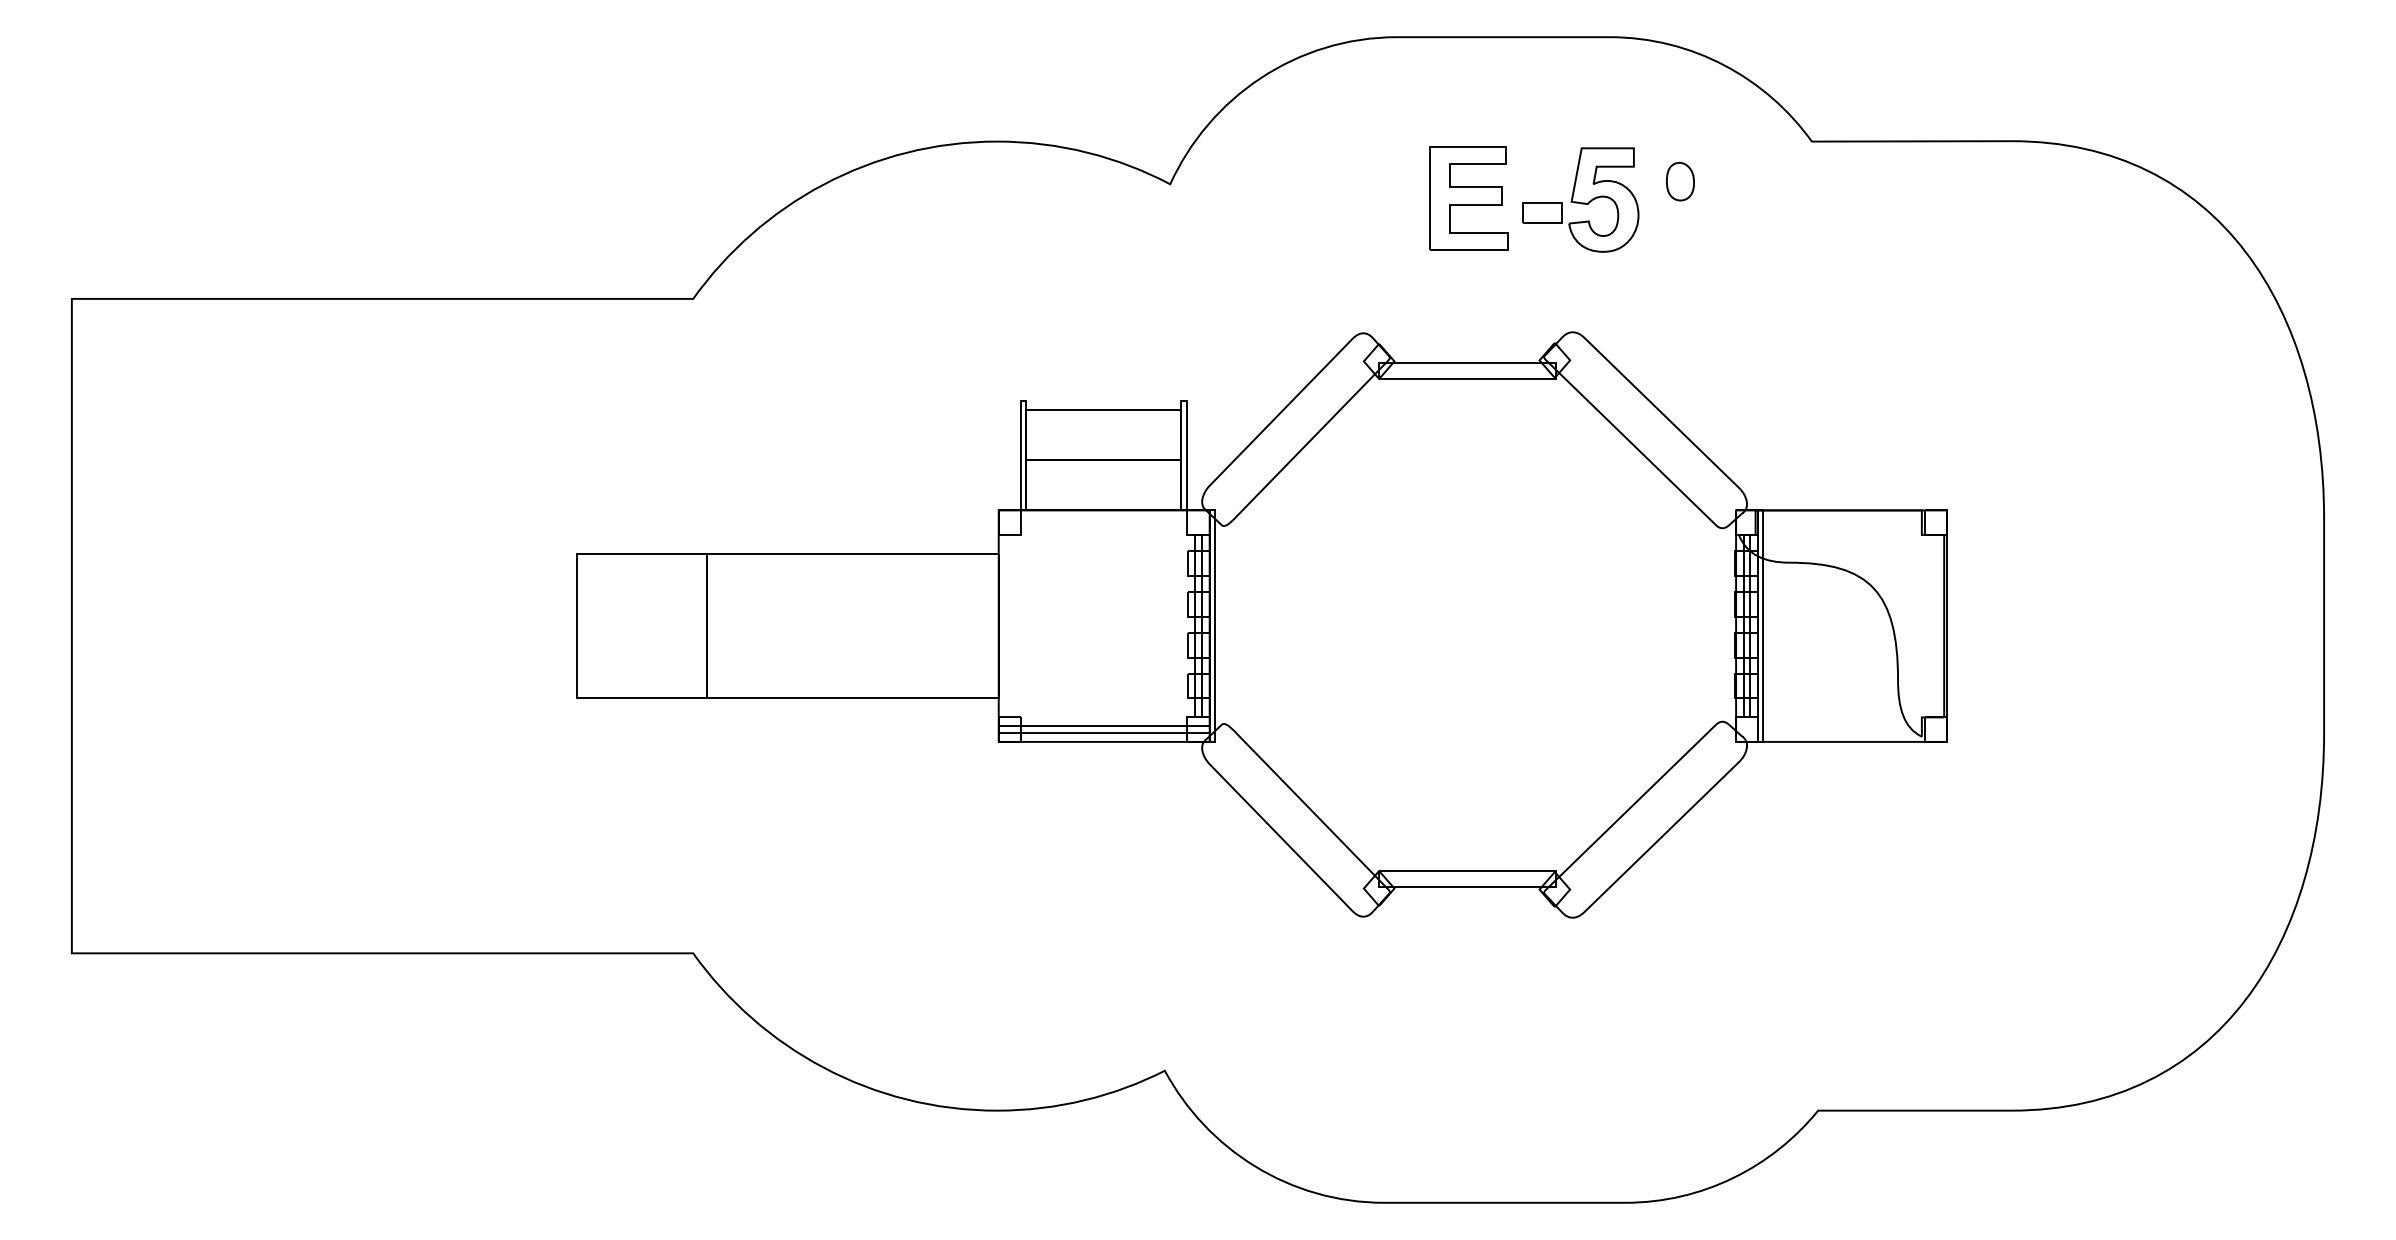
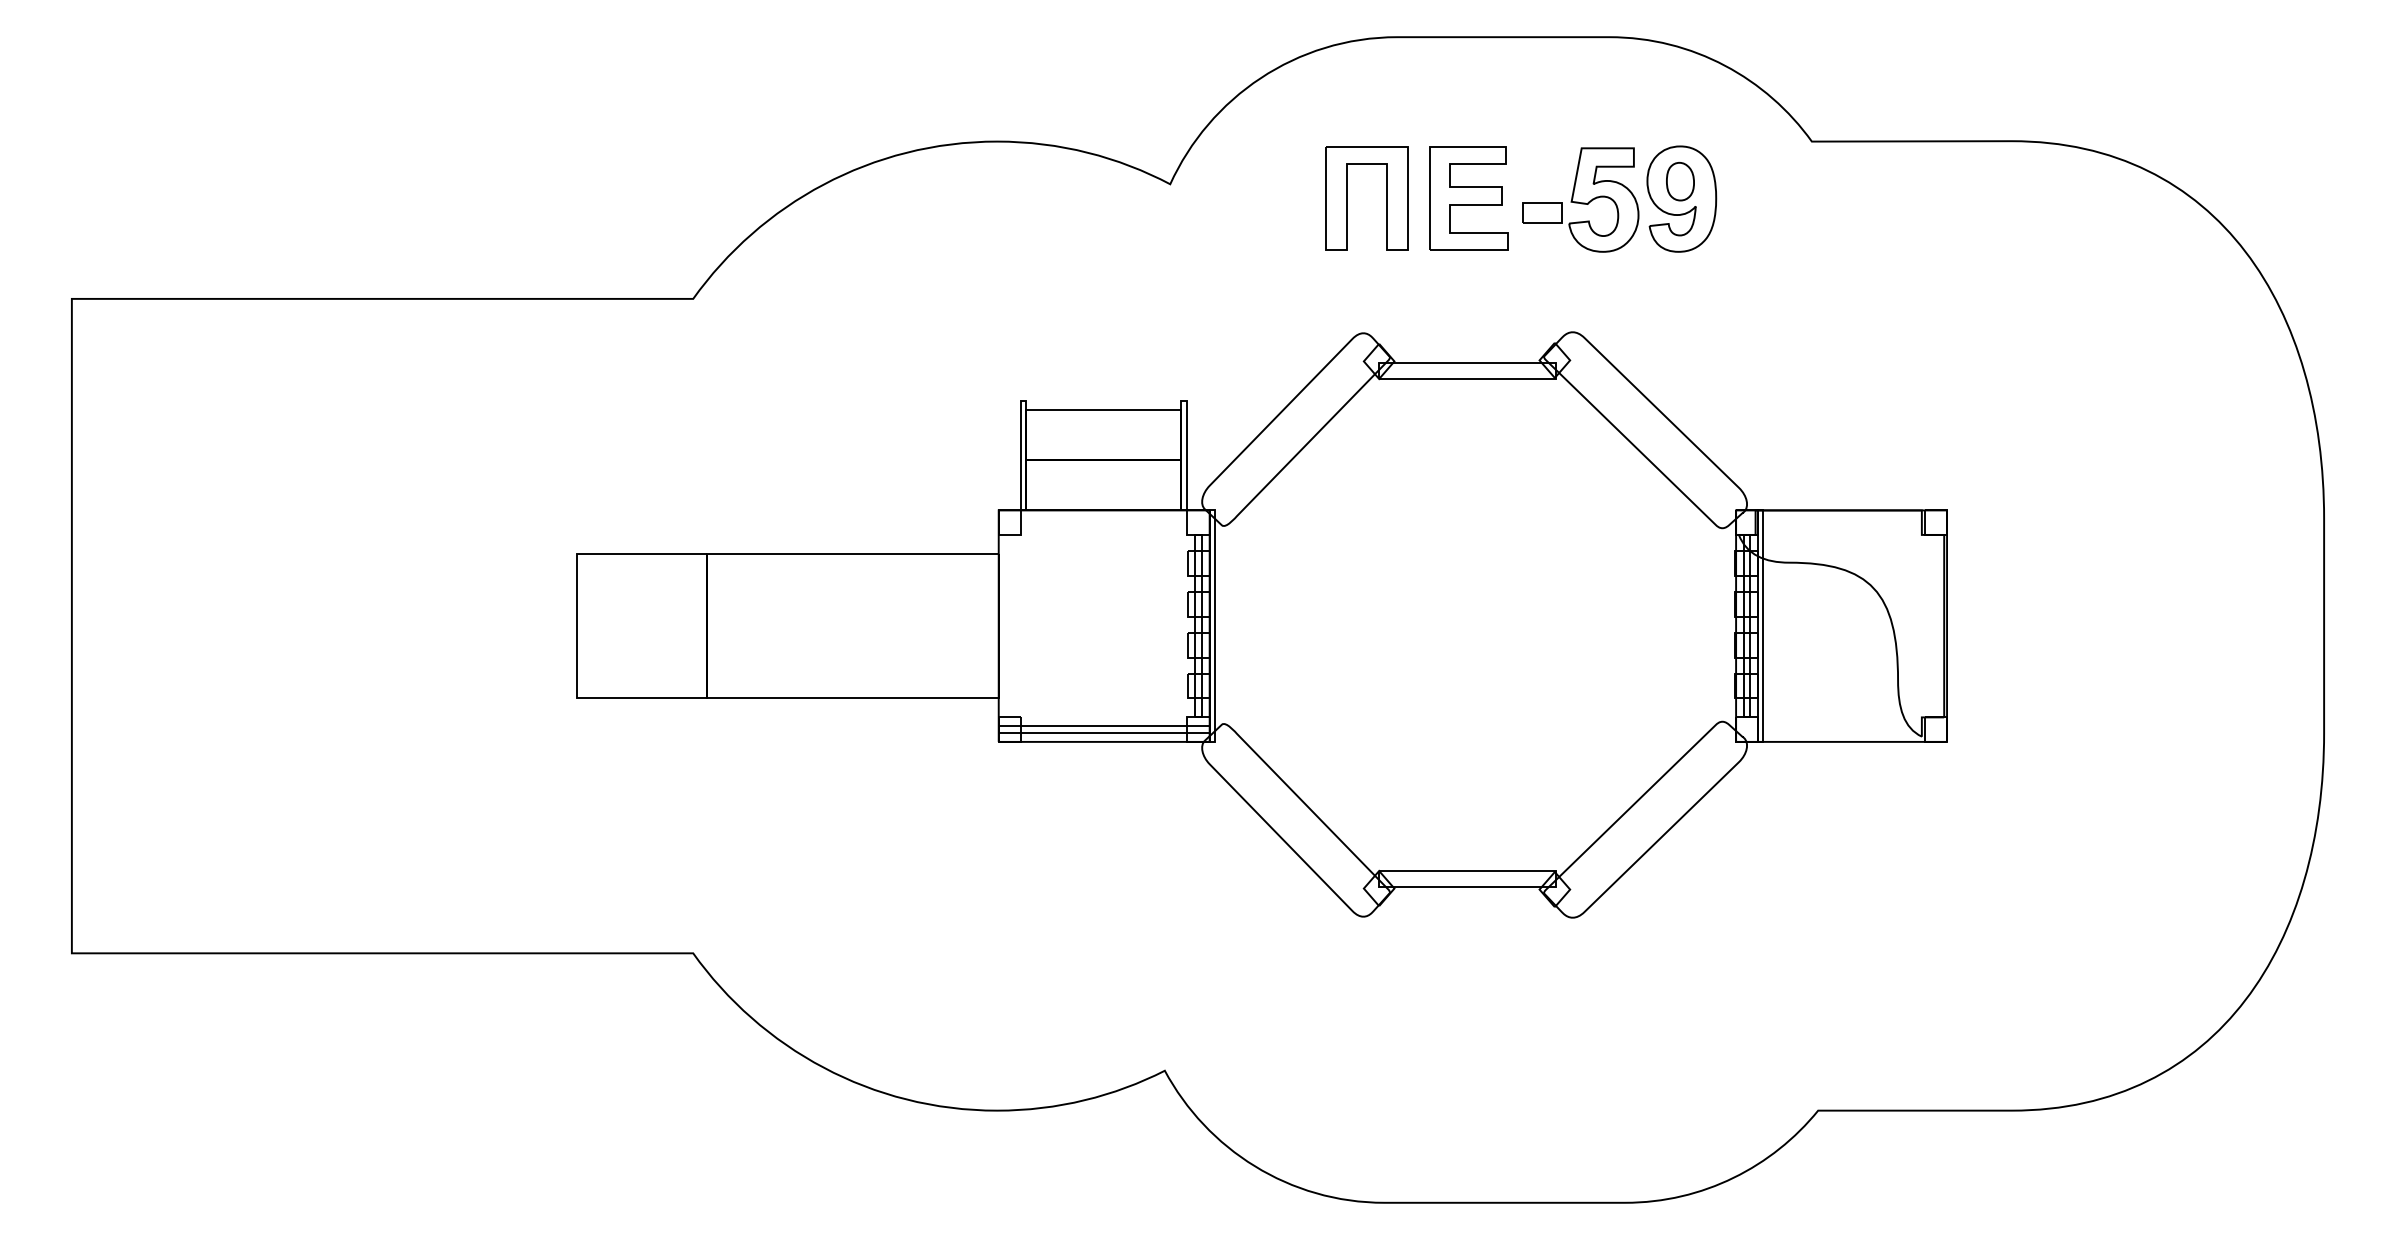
part at (1347, 198): none -> present
part at (1681, 198): none -> present
